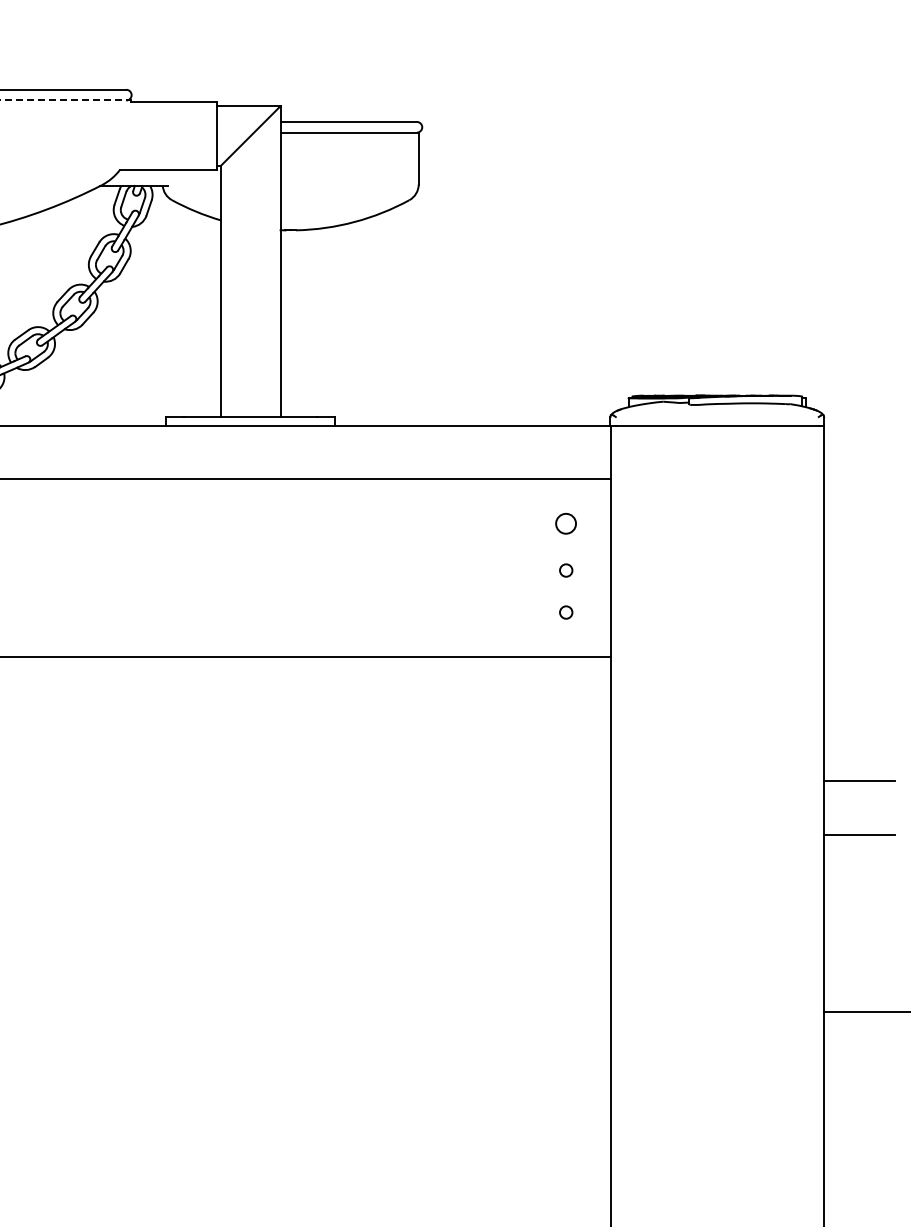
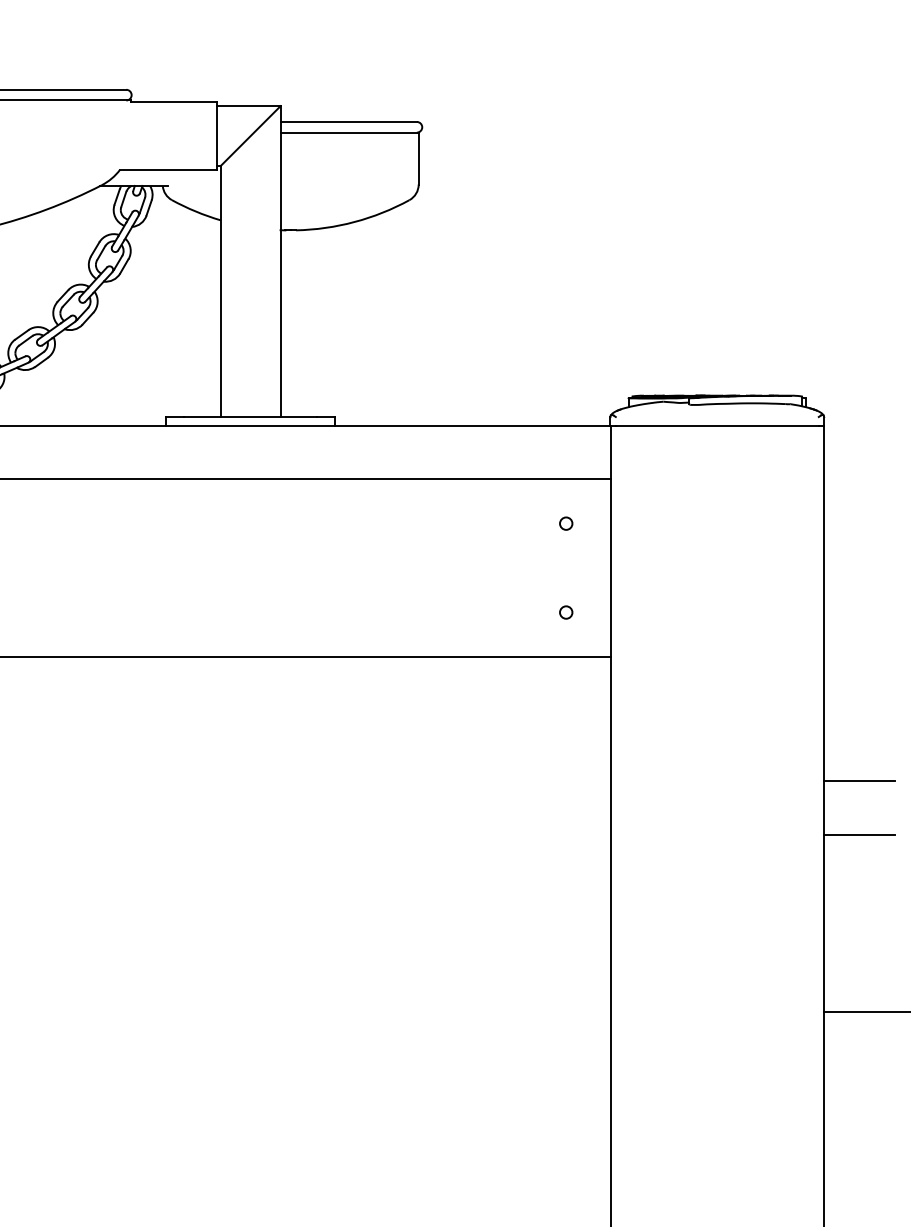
line at (65, 100): dashed -> solid
circle at (565, 523) size: 22x22 px -> 15x15 px
circle at (566, 570): present -> none
